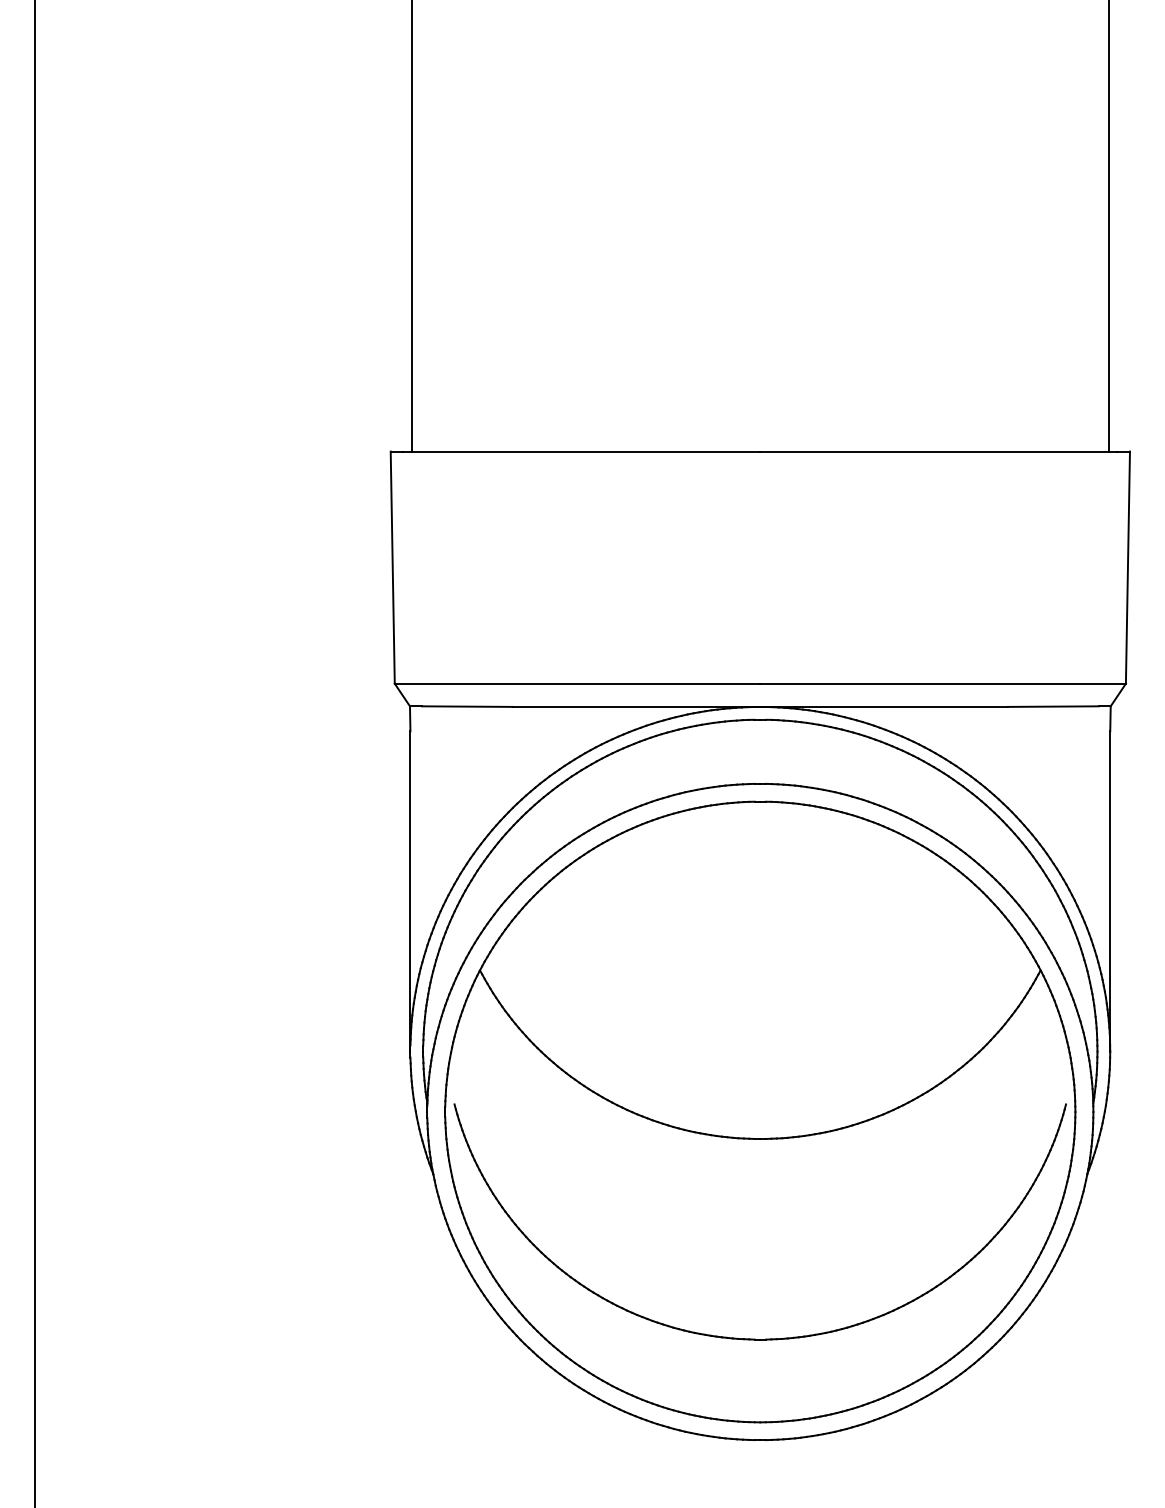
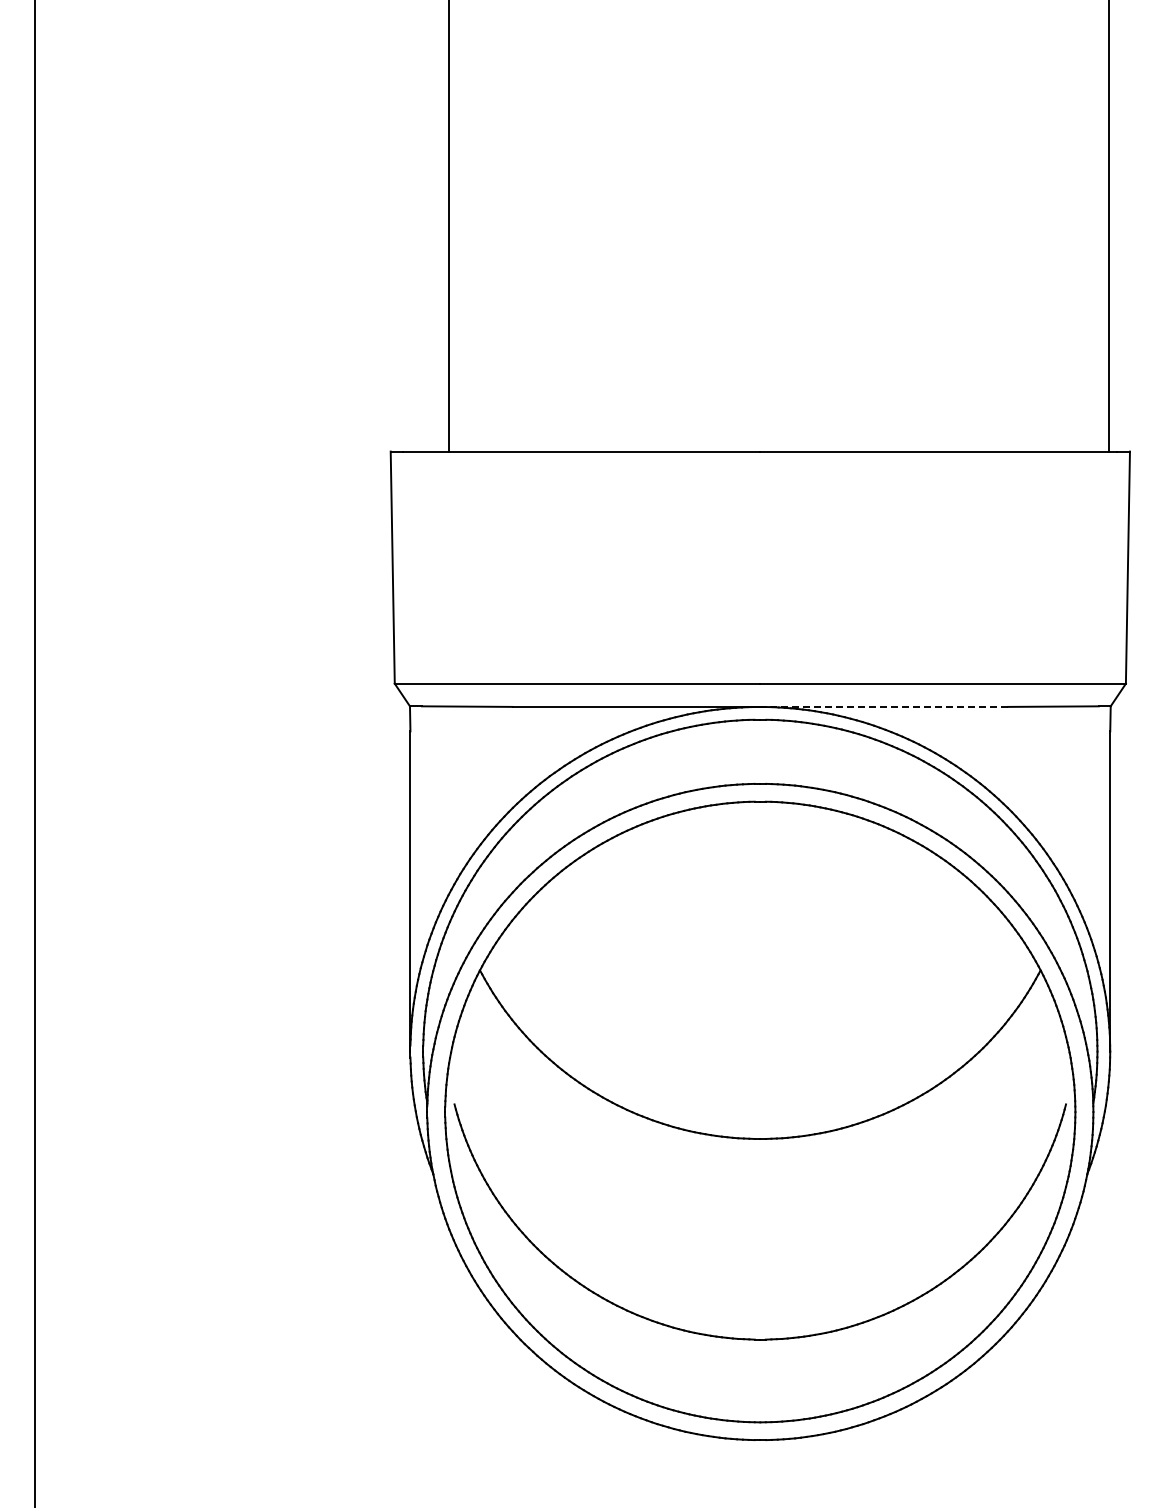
line at (412, 226) position: (412, 226) -> (449, 226)
line at (884, 706): solid -> dashed
